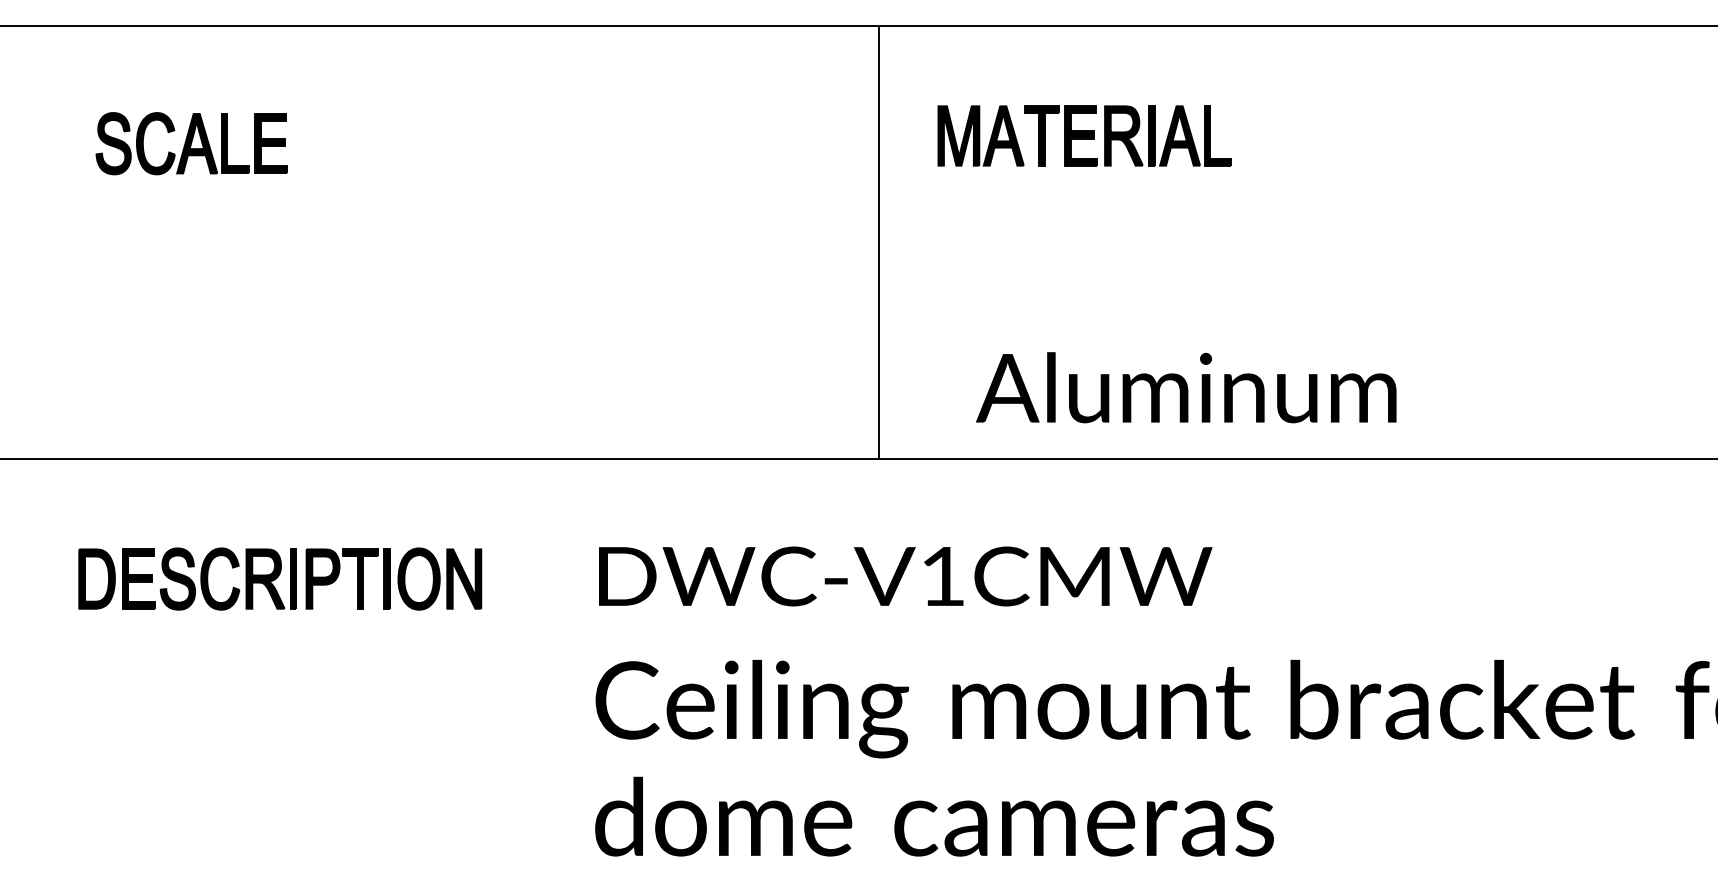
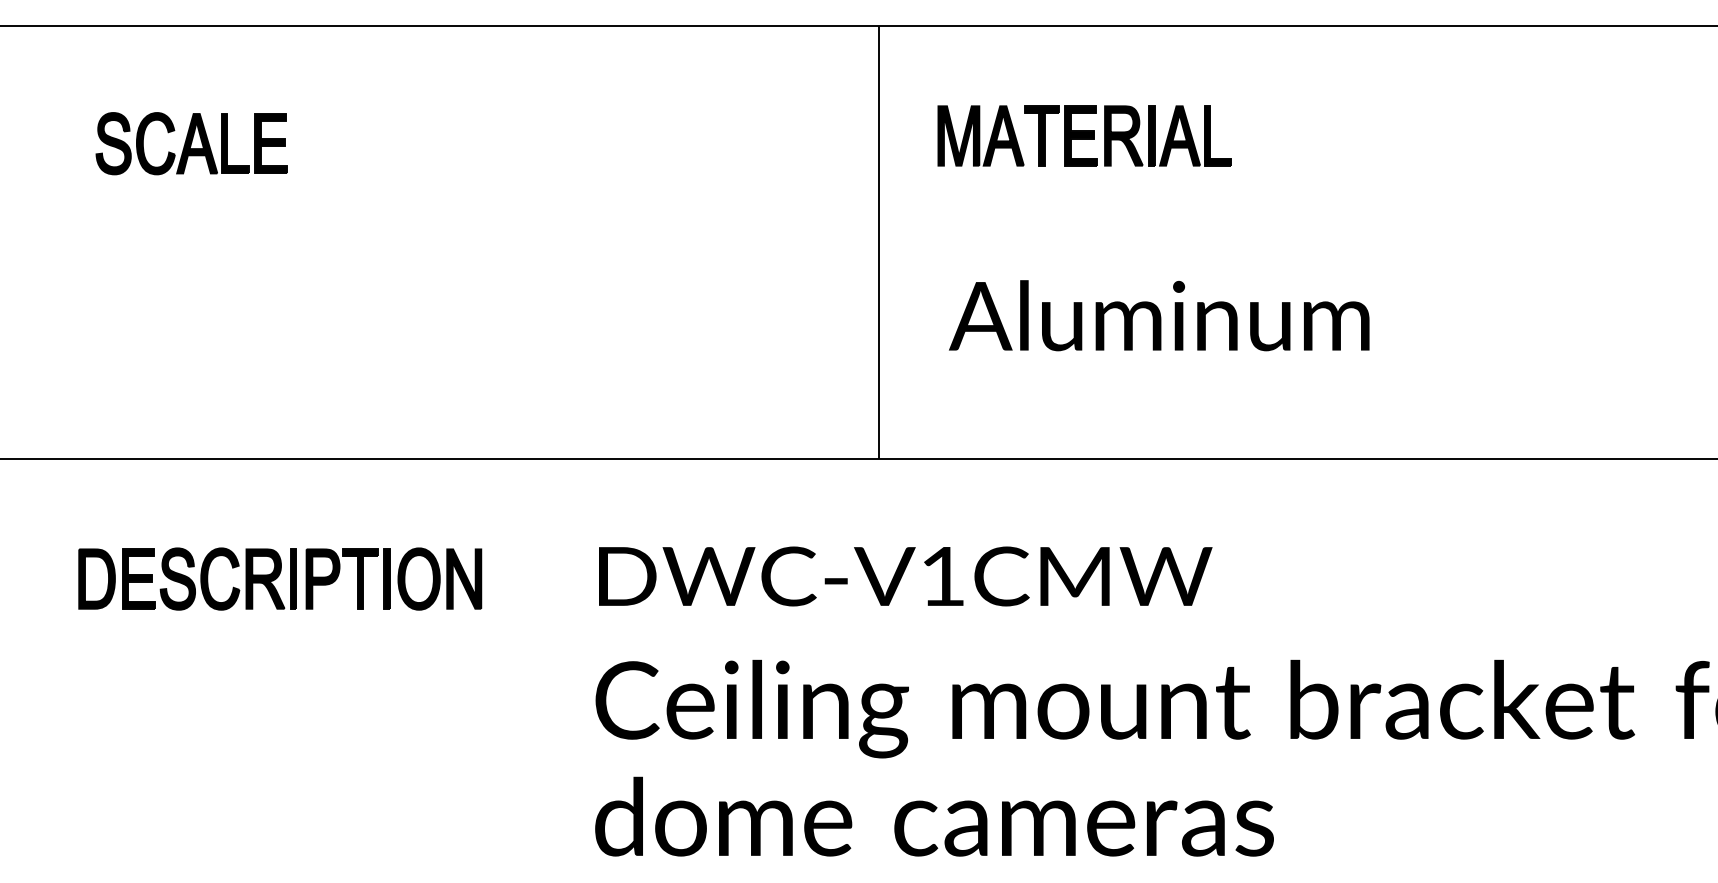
text at (1186, 387) position: (1186, 387) -> (1159, 315)
